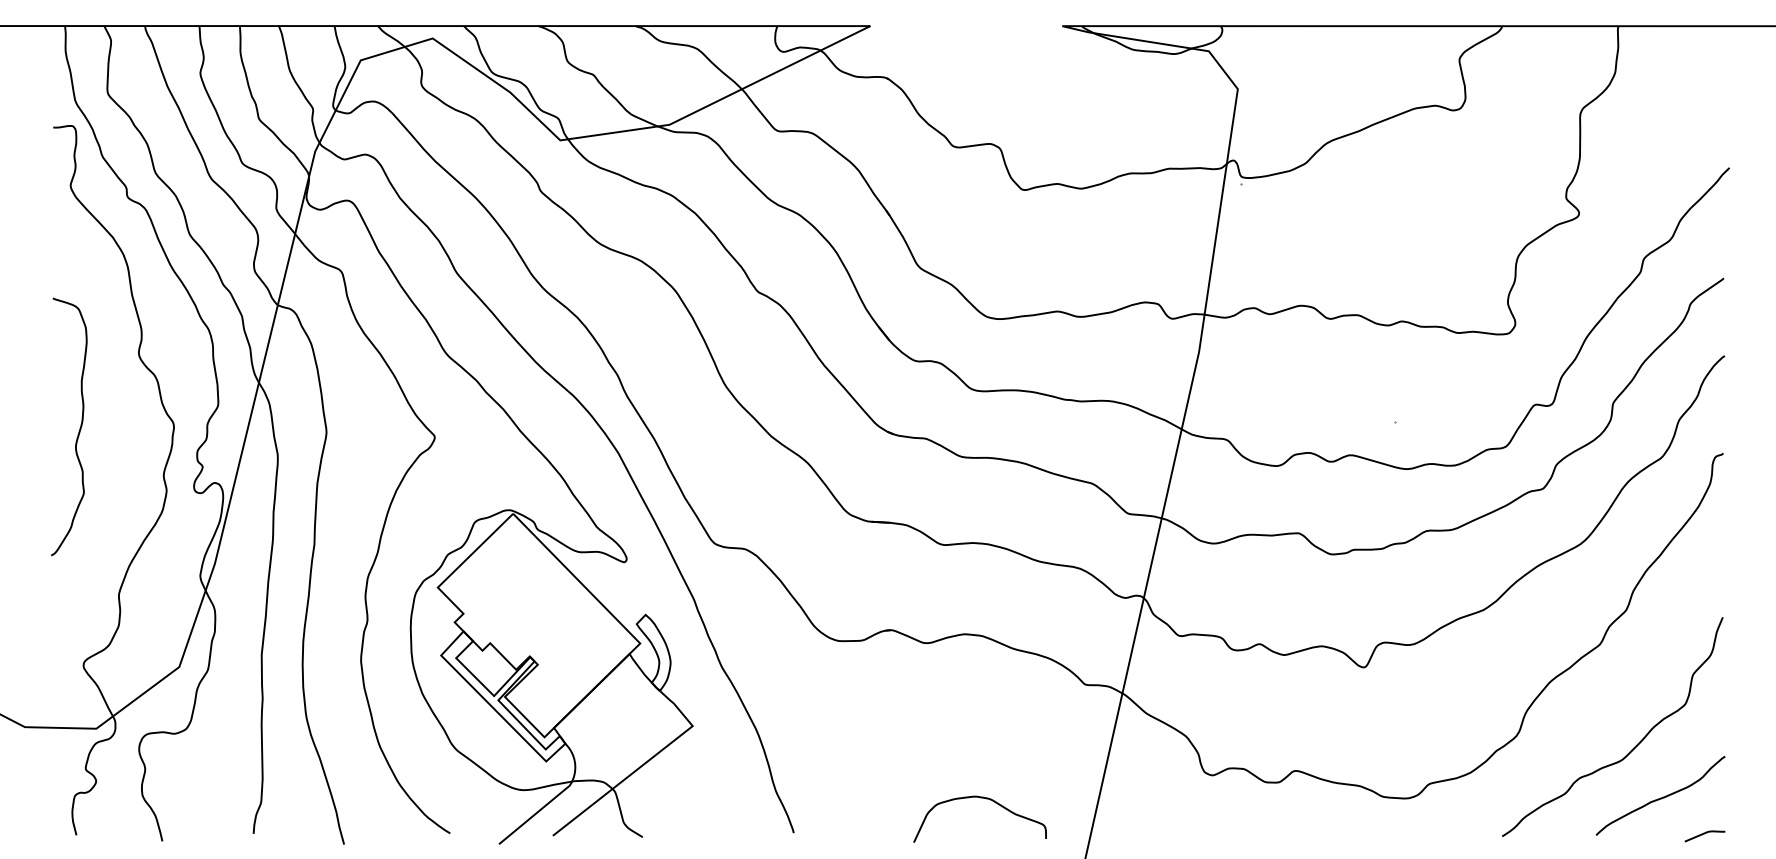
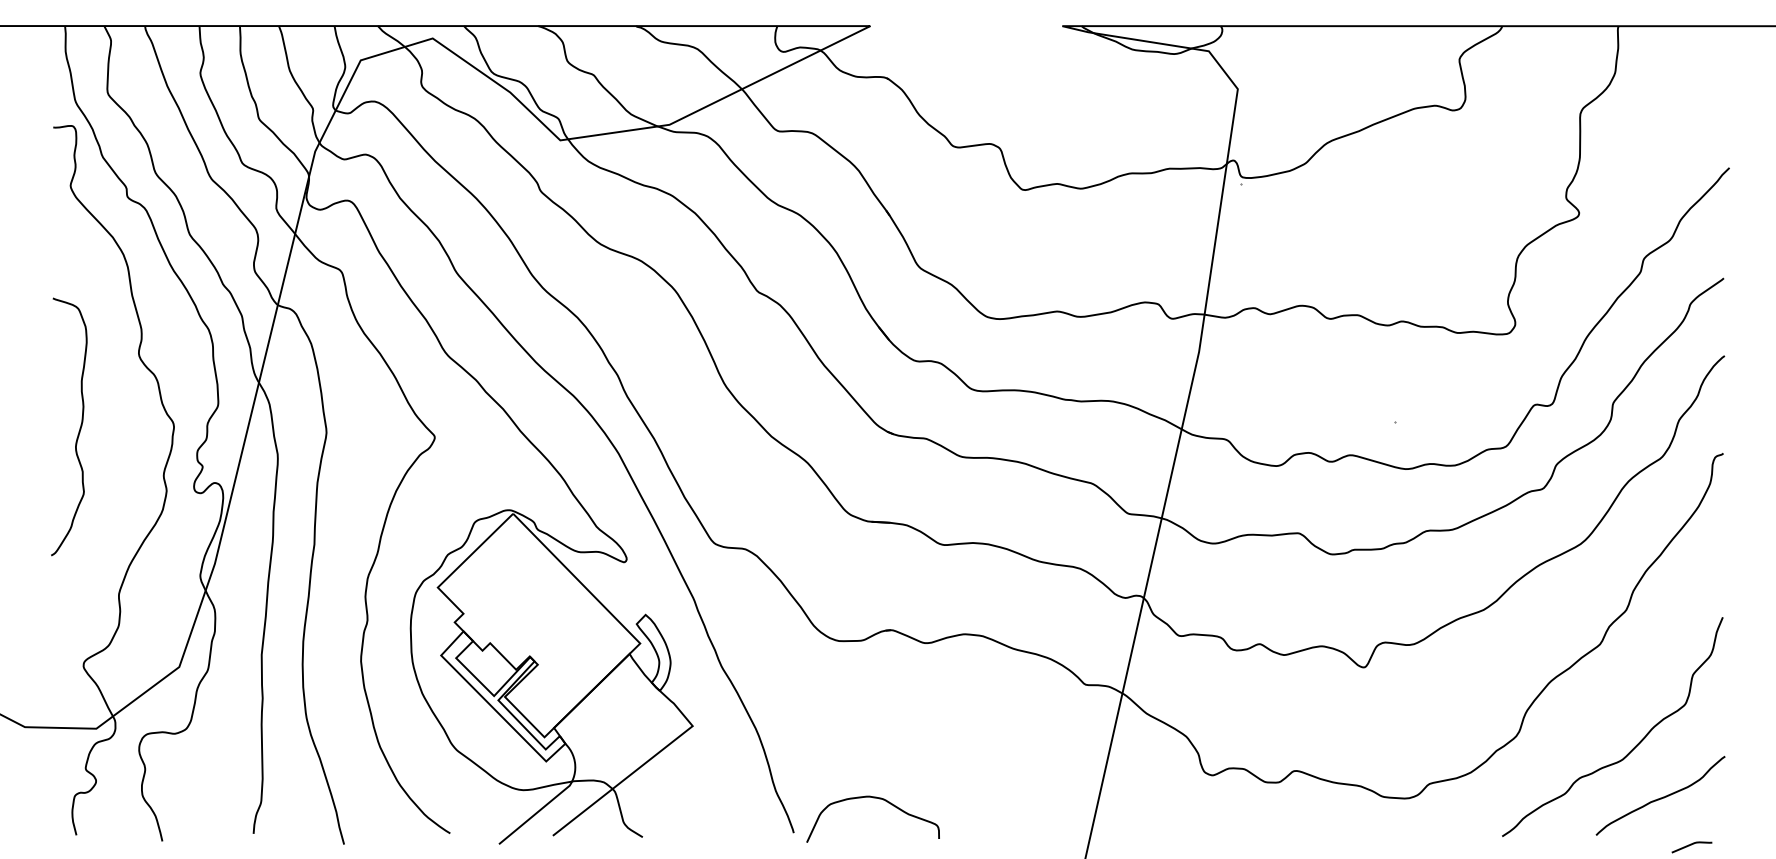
curve at (980, 798) position: (980, 798) -> (873, 798)
curve at (1704, 834) position: (1704, 834) -> (1691, 845)
